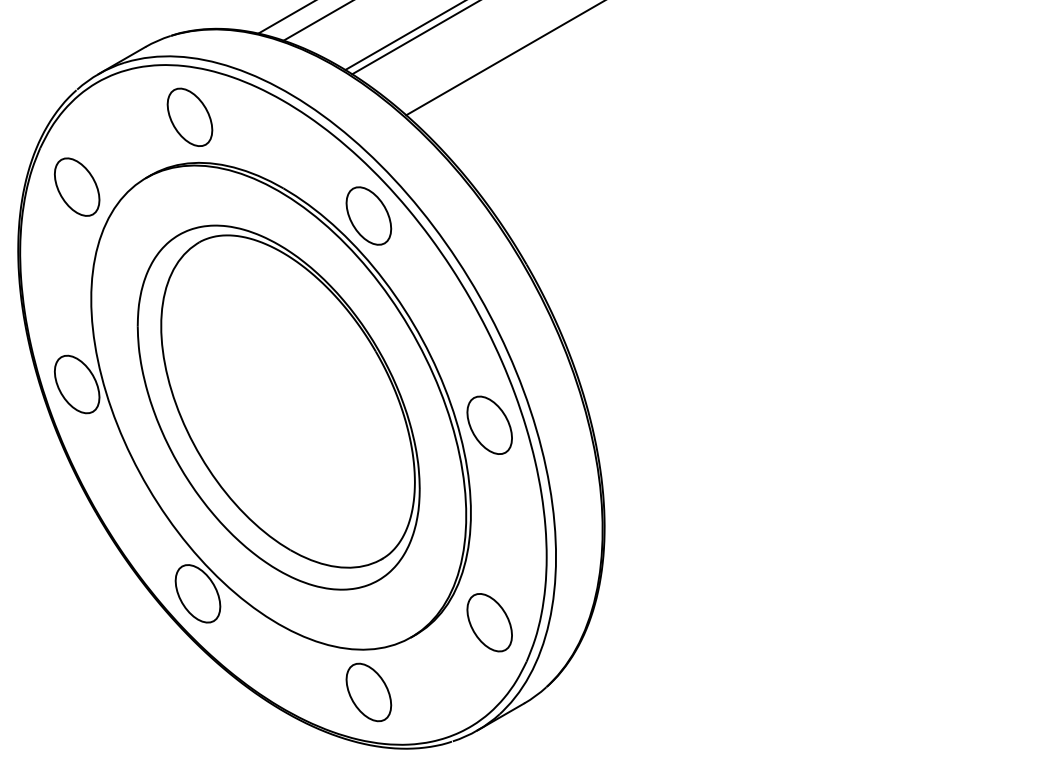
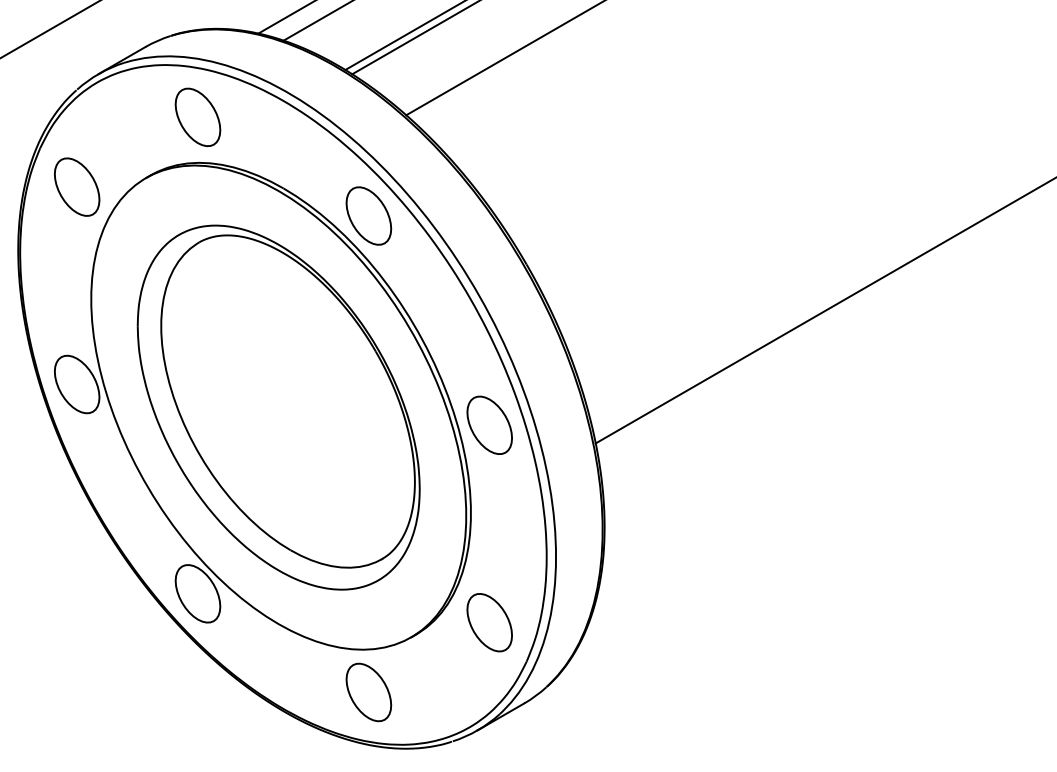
line at (49, 29): none -> present
part at (189, 116) position: (189, 116) -> (197, 116)
line at (824, 310): none -> present
